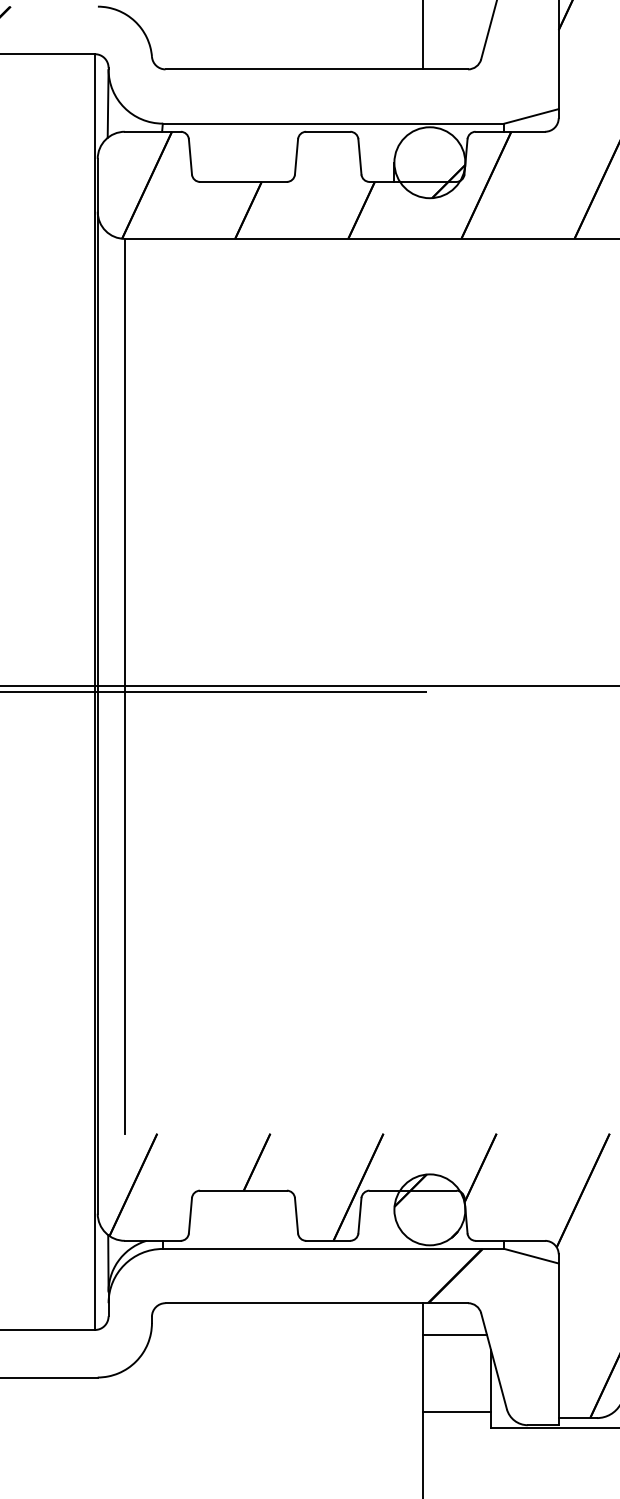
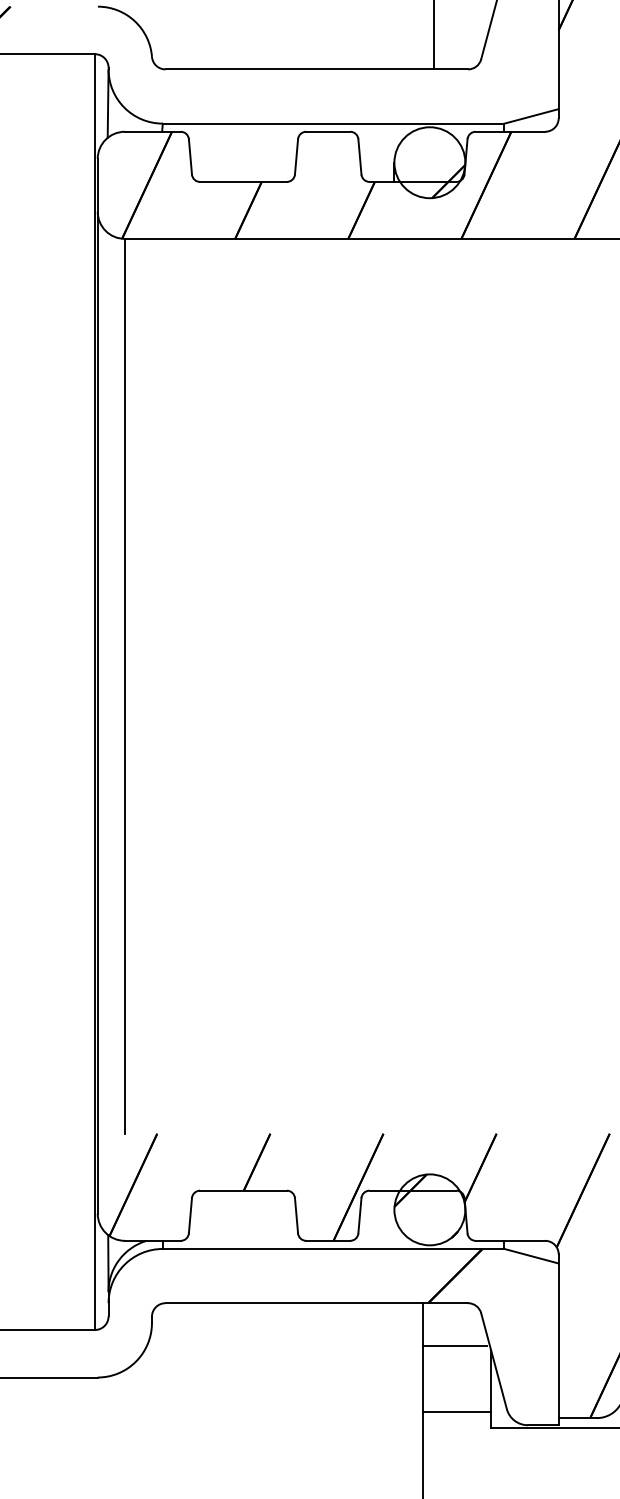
line at (423, 35) position: (423, 35) -> (434, 35)
line at (309, 686): present -> none
line at (214, 692): present -> none
line at (455, 1335) position: (455, 1335) -> (455, 1346)
